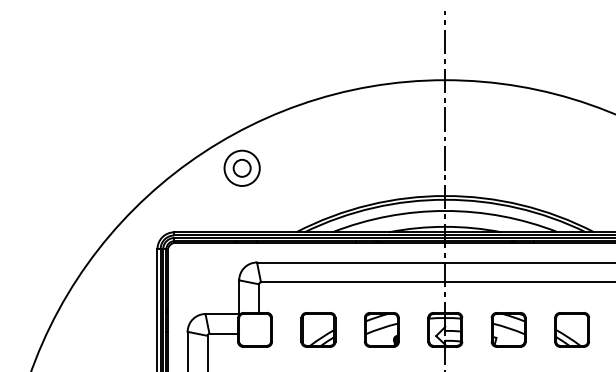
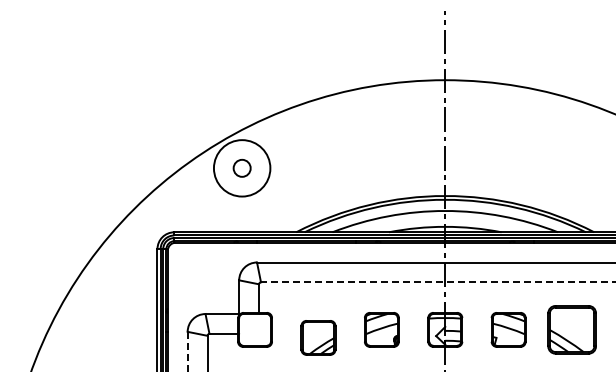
circle at (241, 167) diameter: 35 px -> 56 px
line at (437, 282): solid -> dashed
part at (318, 329) position: (318, 329) -> (318, 337)
part at (571, 329) size: 36x36 px -> 50x50 px
line at (187, 351): solid -> dashed
